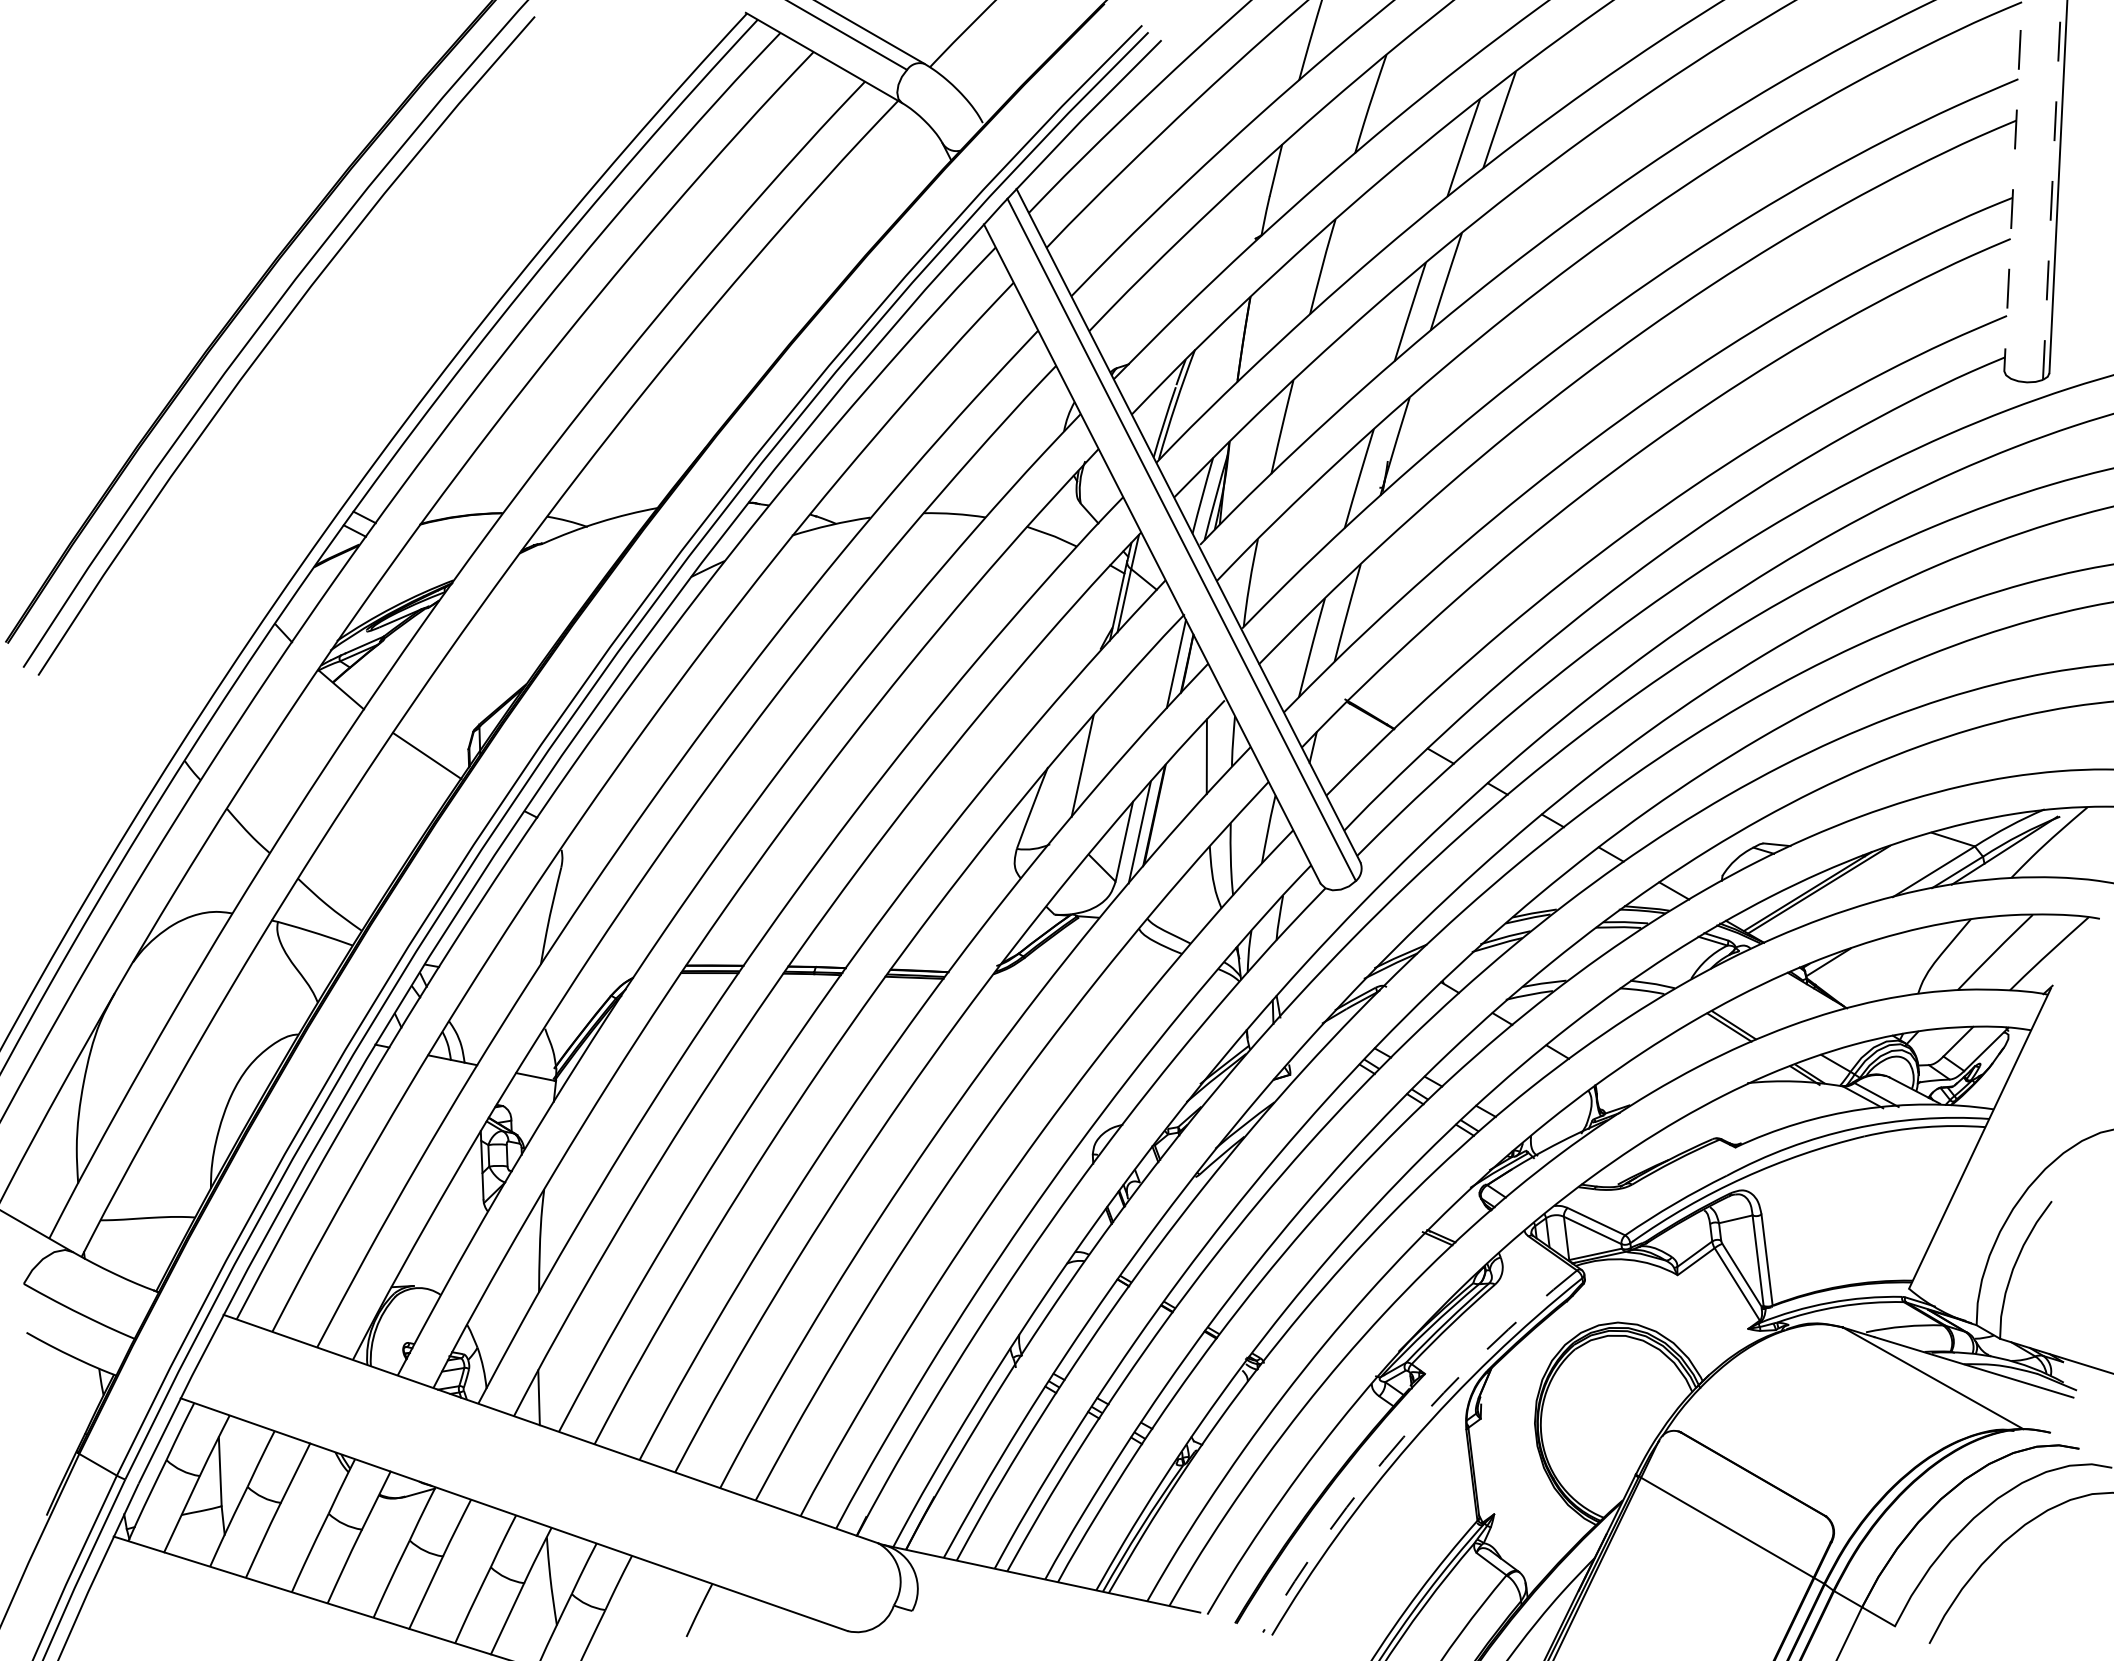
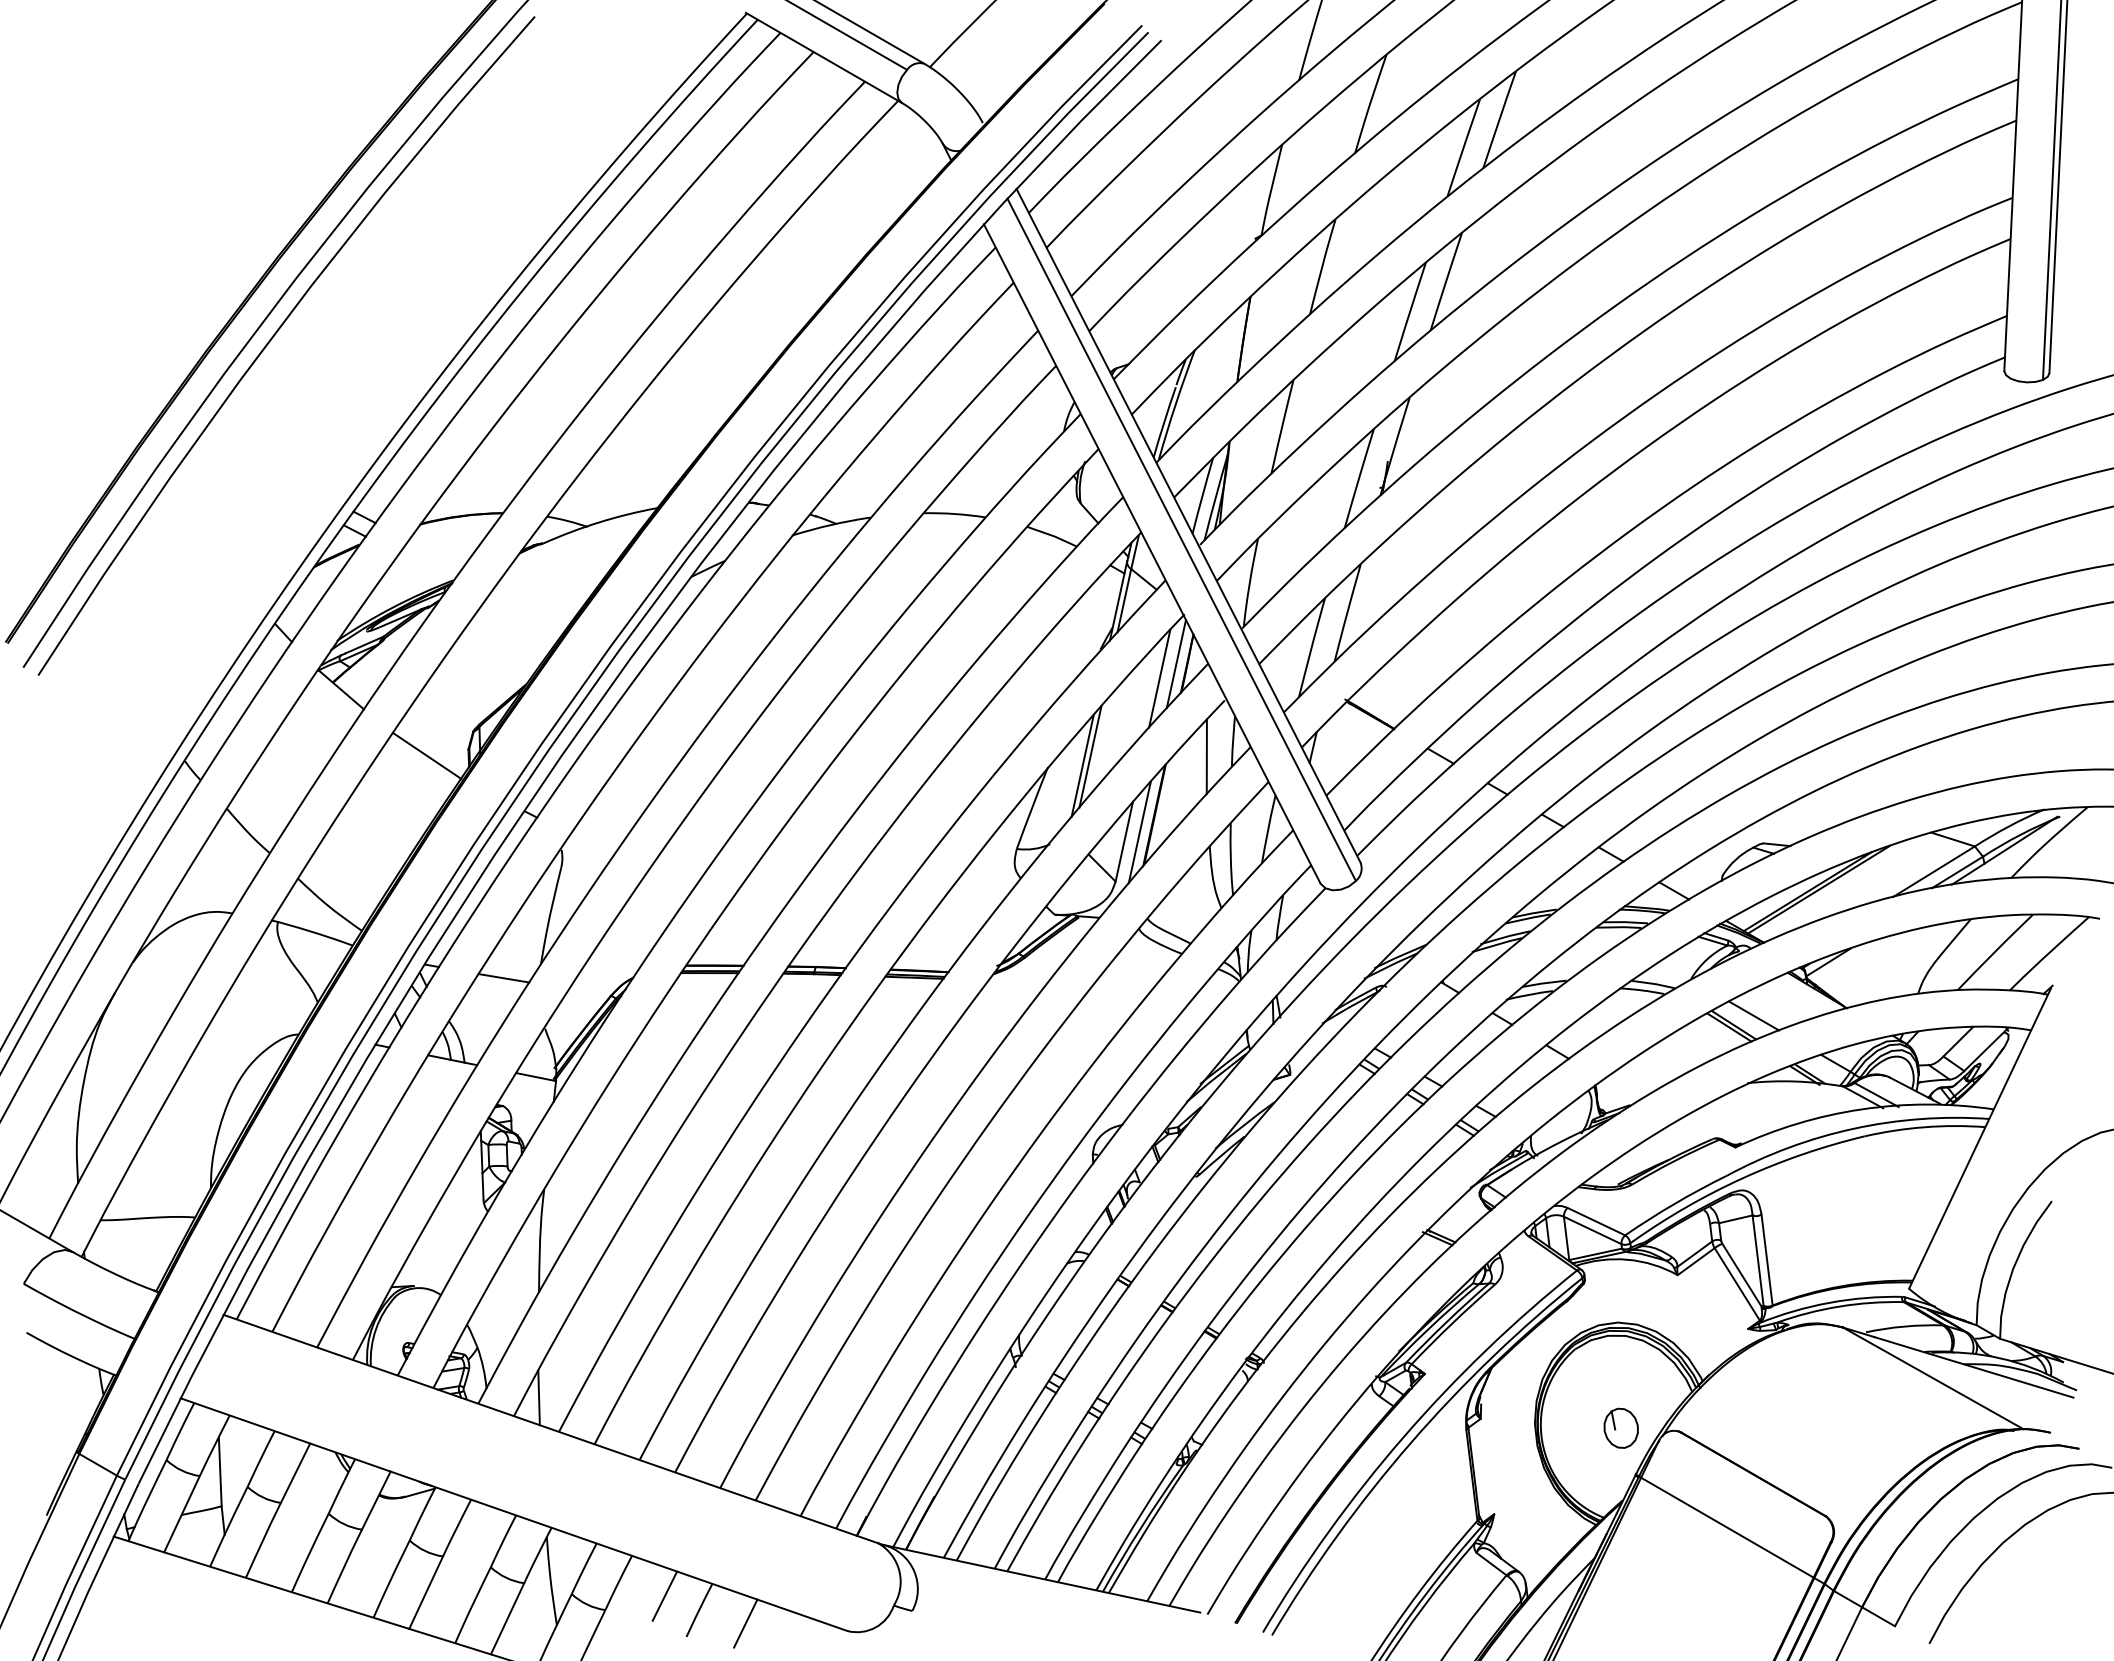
line at (2013, 186): dashed -> solid
line at (2052, 190): dashed -> solid
line at (1159, 678): none -> present
line at (1090, 756): none -> present
line at (503, 978): none -> present
line at (1754, 1015): none -> present
part at (1620, 1427): none -> present
arc at (1403, 1437): dashed -> solid
line at (664, 1595): none -> present
line at (745, 1623): none -> present
